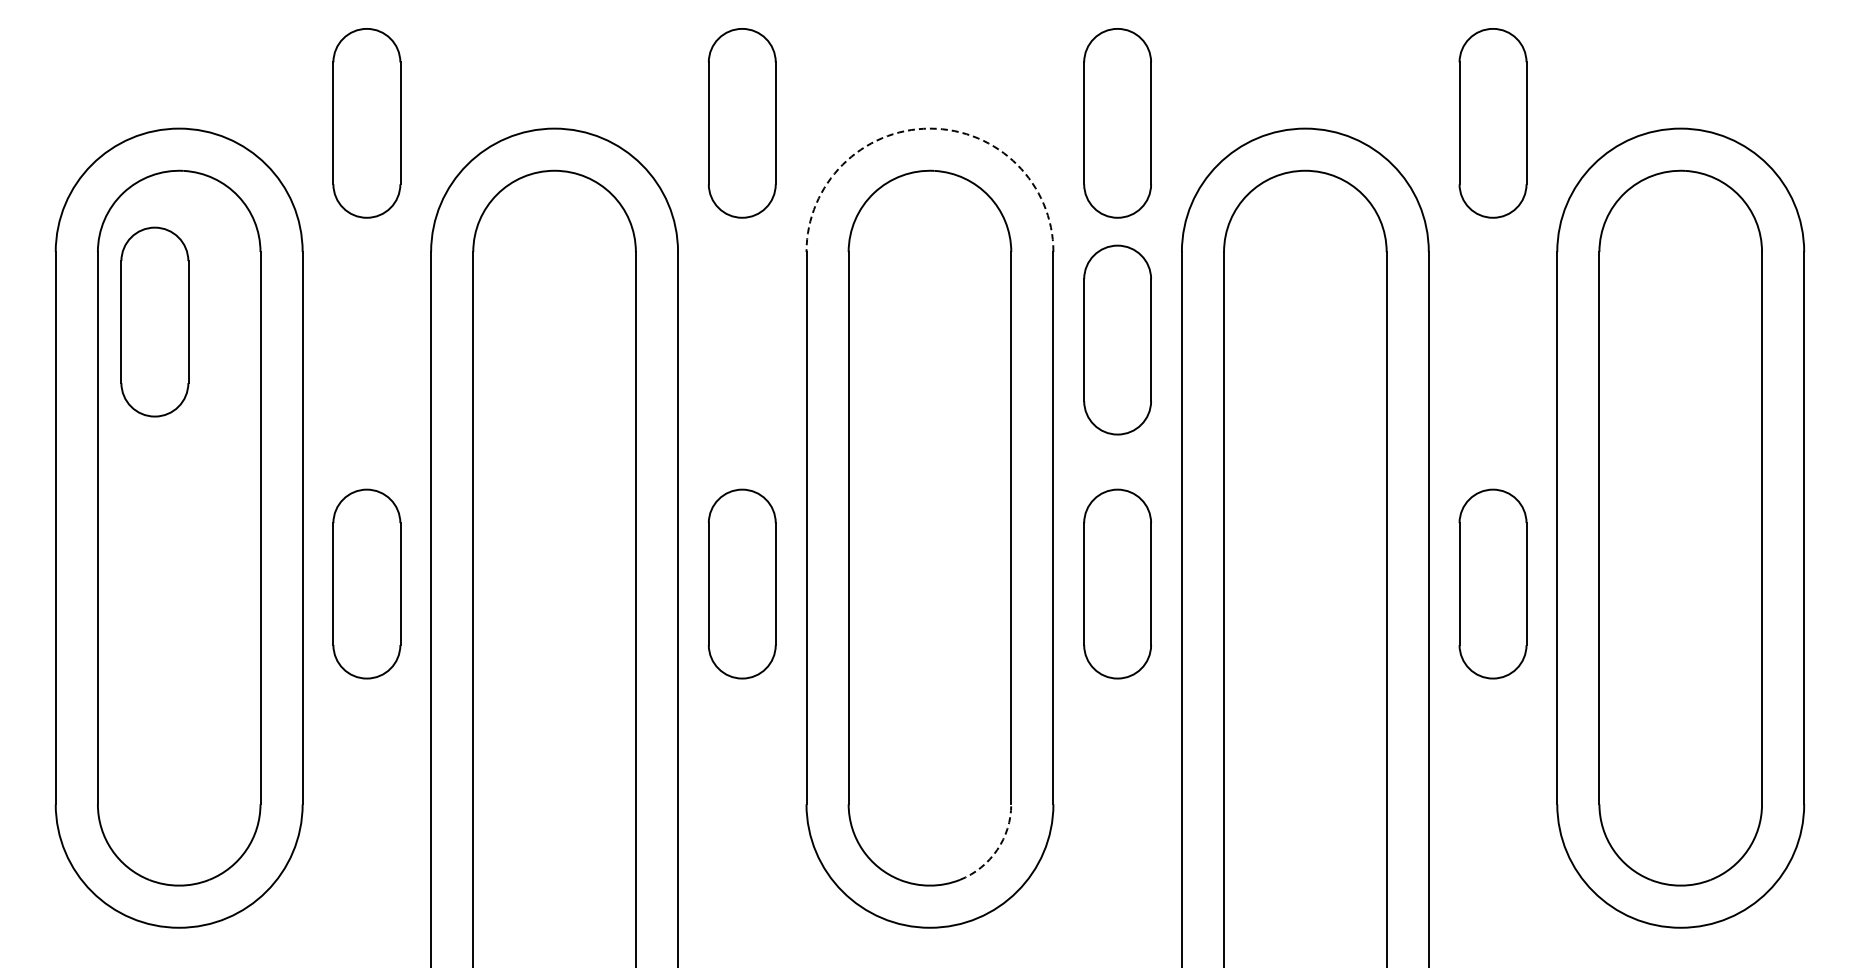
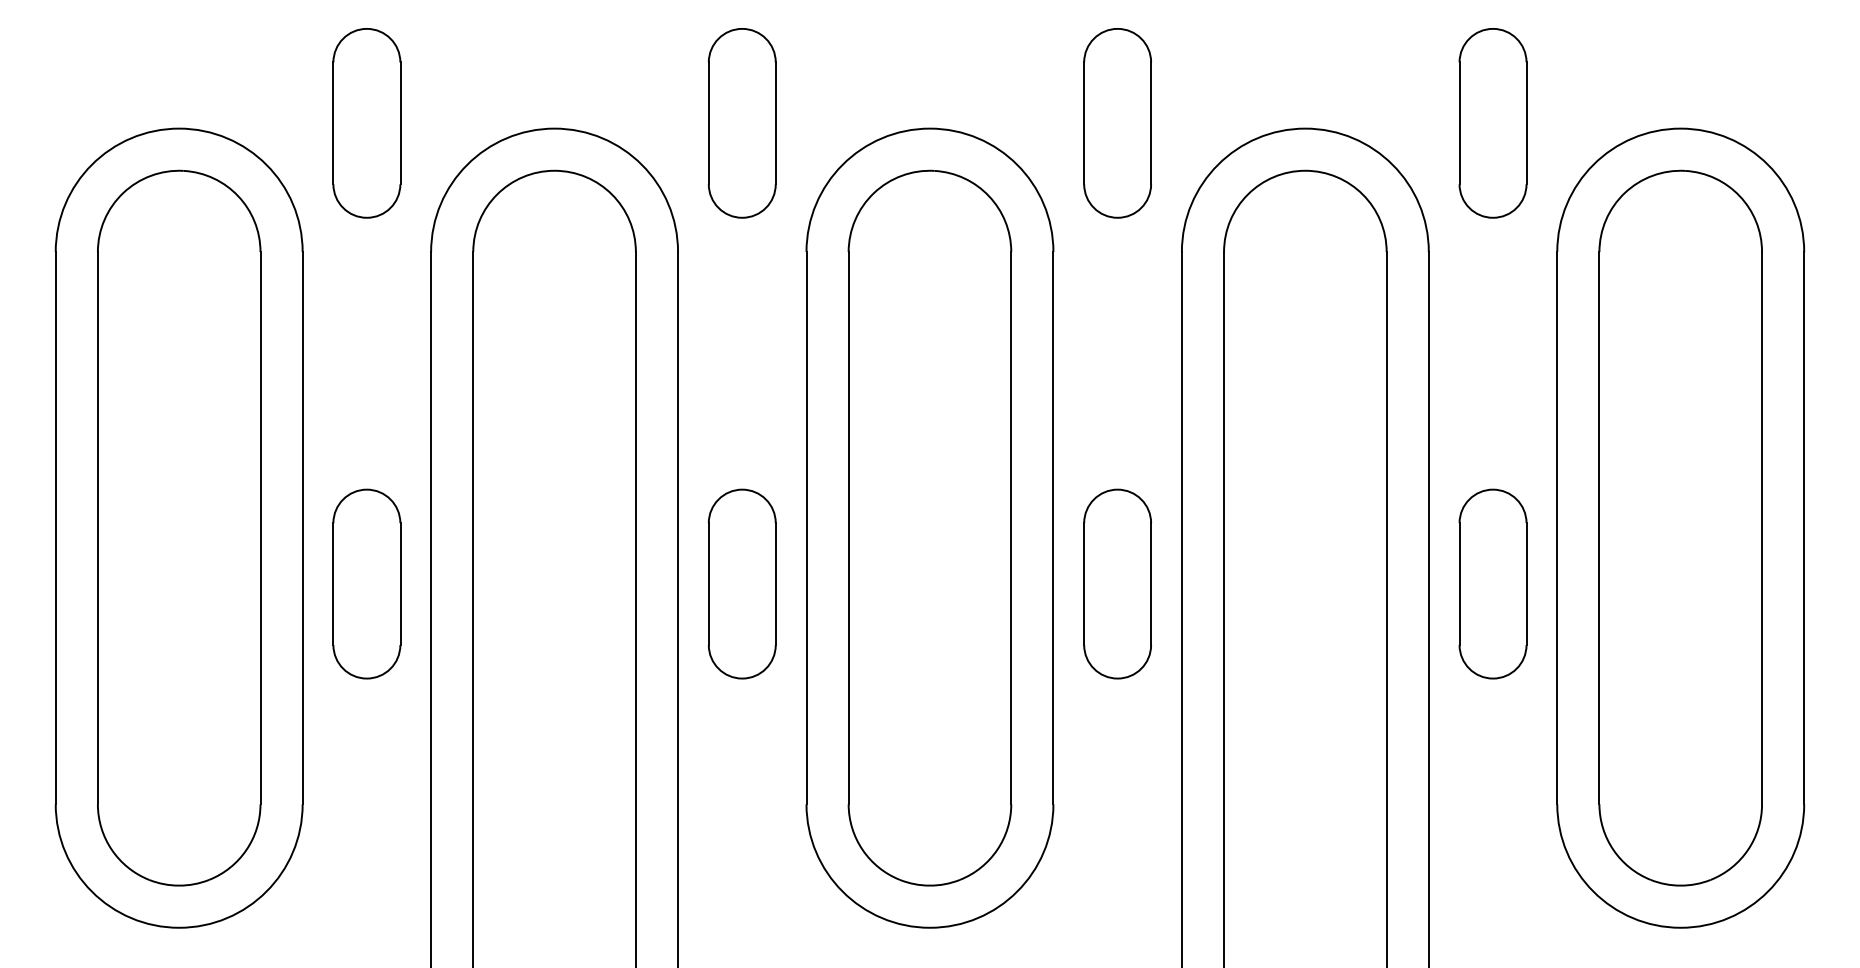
arc at (929, 128): dashed -> solid
part at (154, 321): present -> none
part at (1117, 339): present -> none
arc at (997, 850): dashed -> solid
